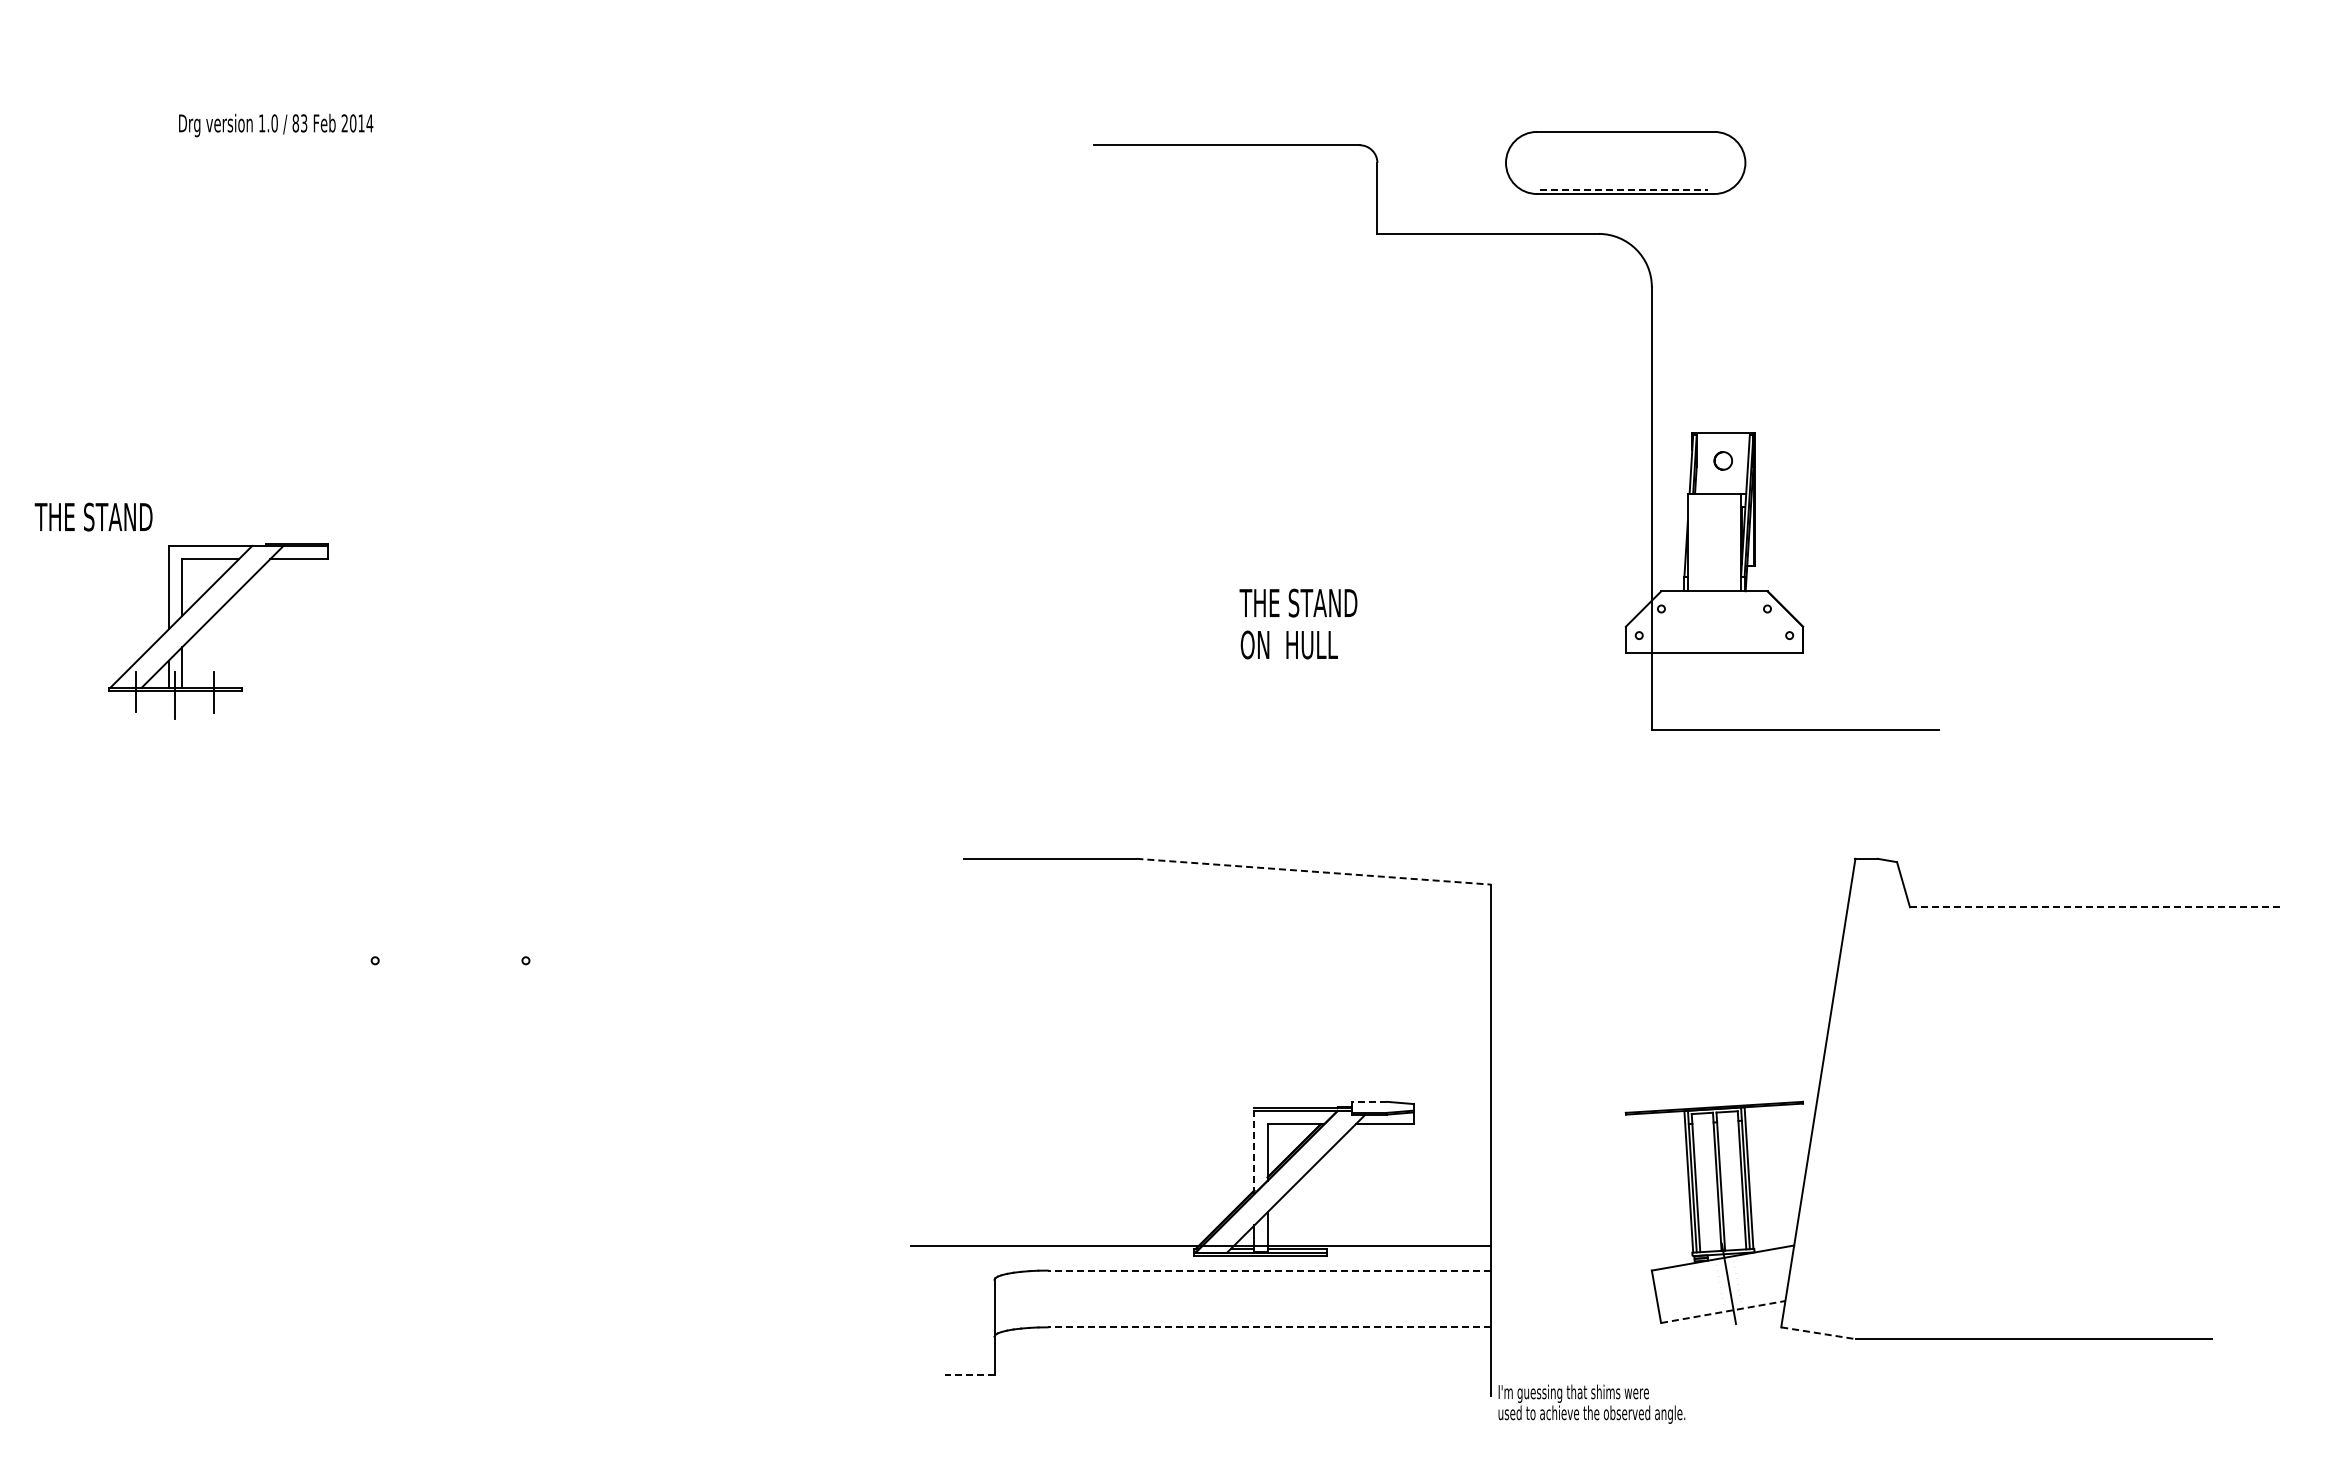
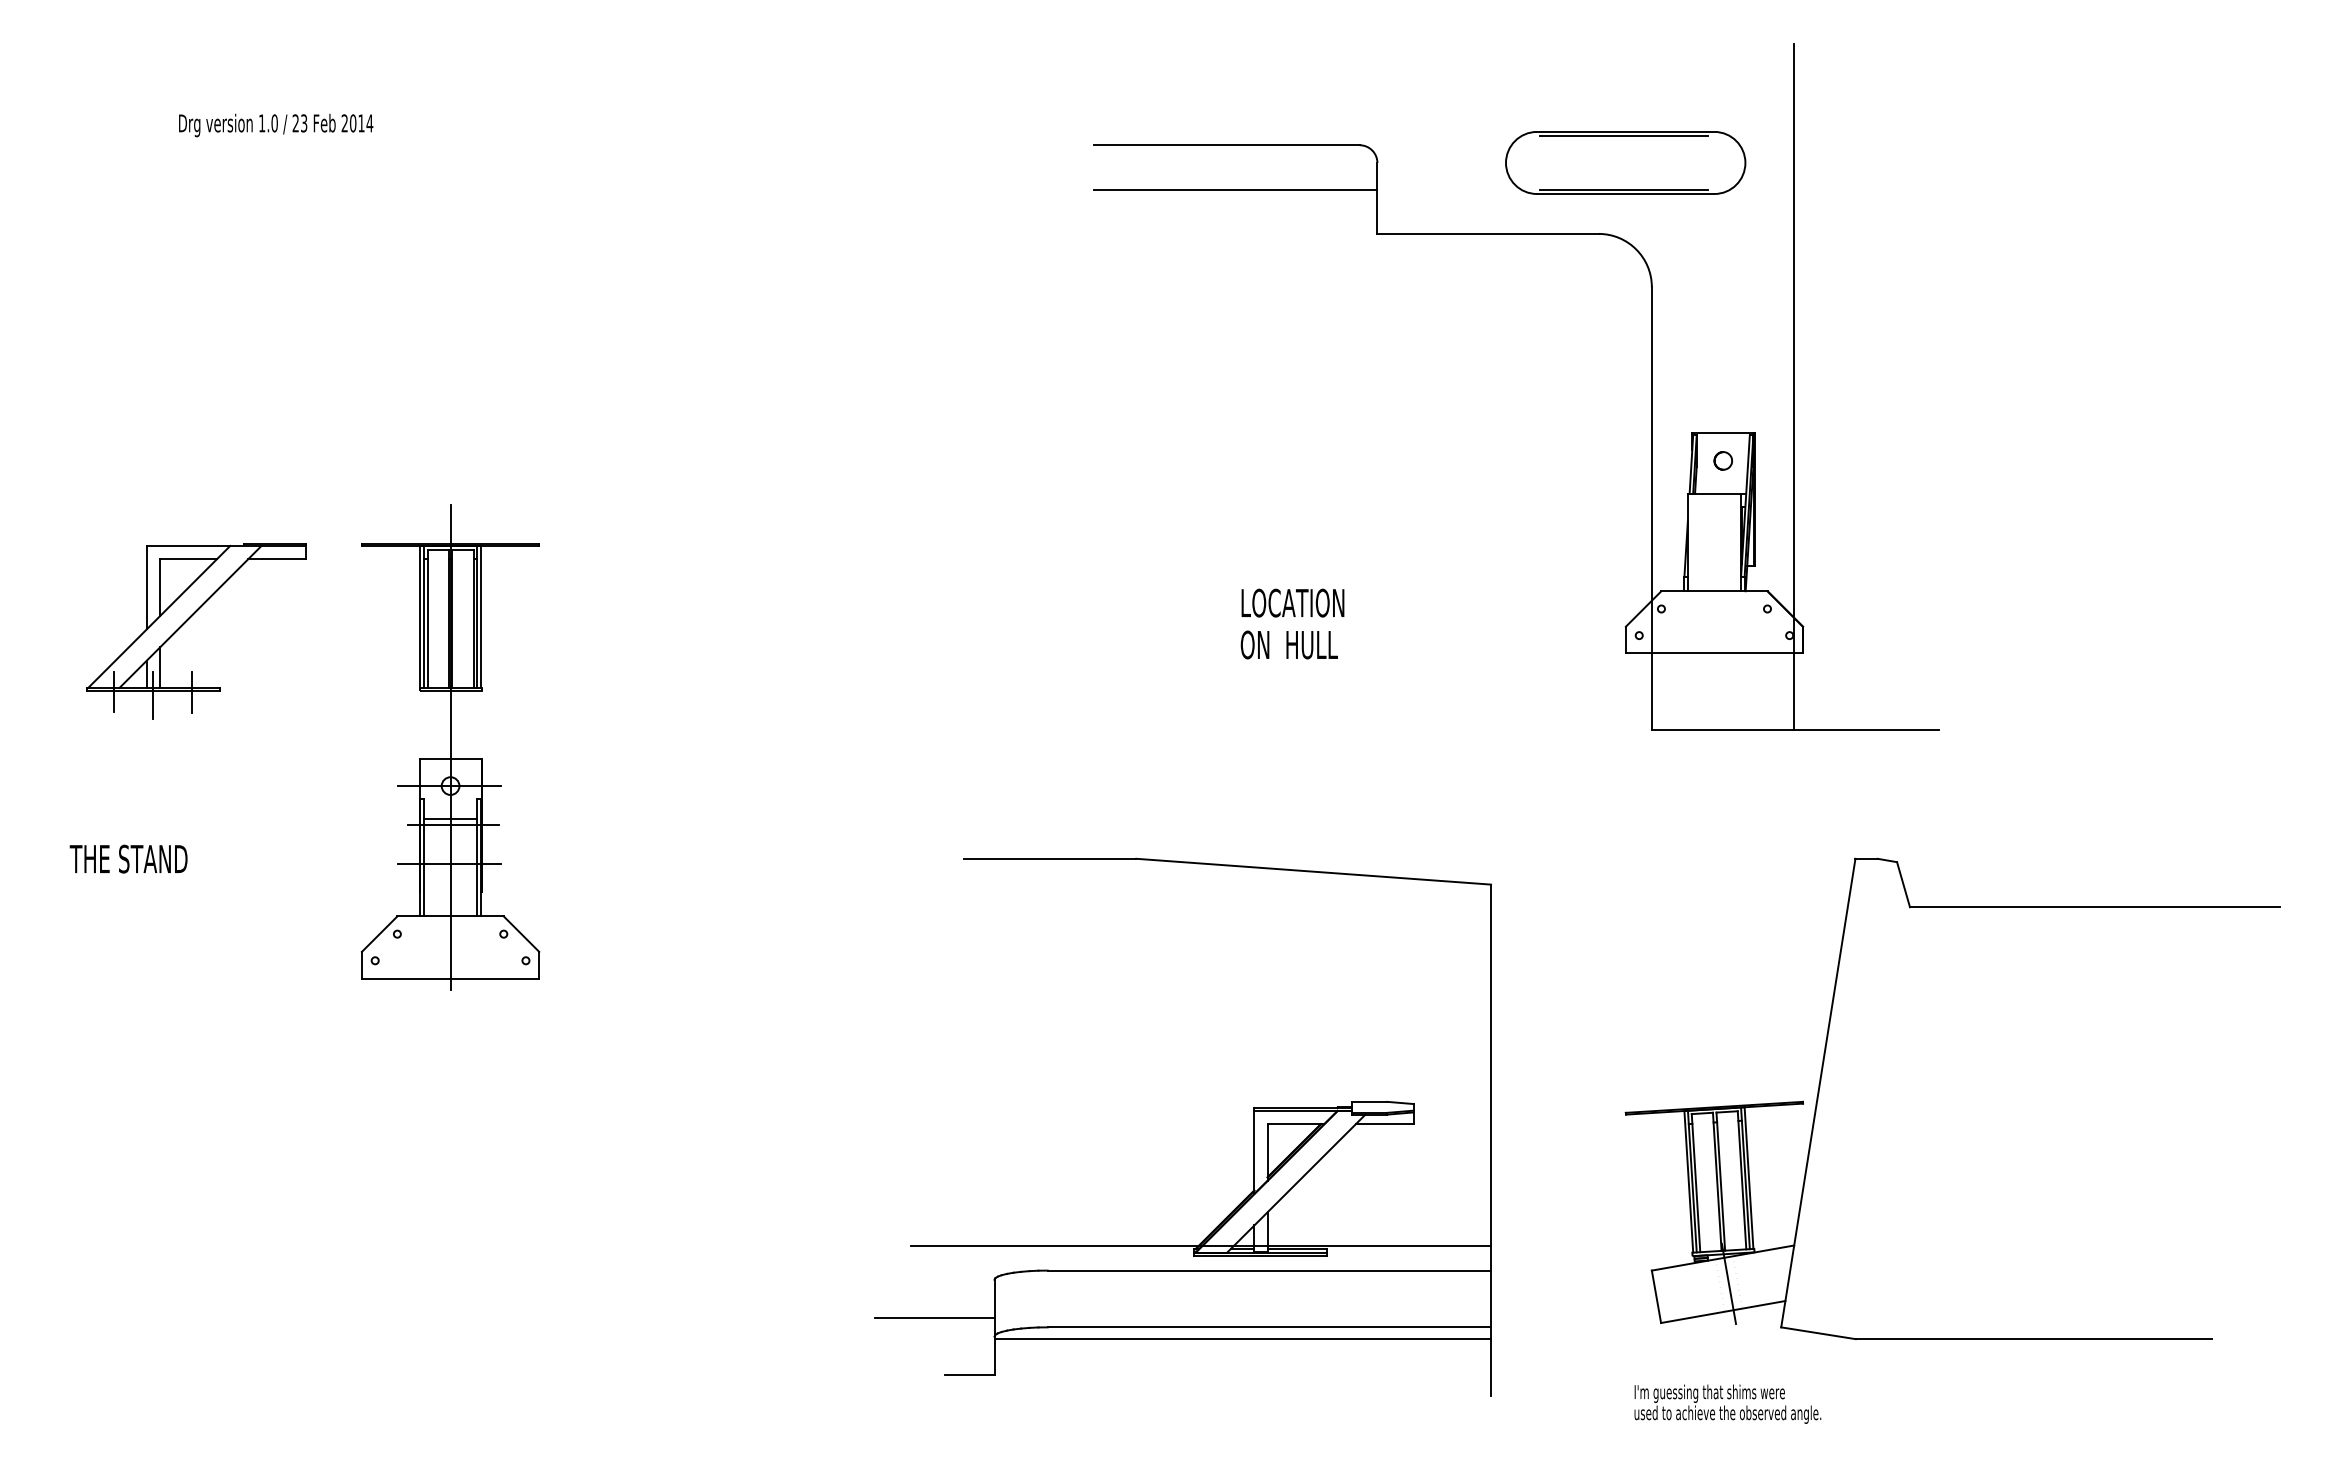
text at (295, 123): 83 -> 23
line at (1624, 136): none -> present
line at (1235, 189): none -> present
line at (1624, 189): dashed -> solid
line at (1794, 386): none -> present
text at (93, 516) position: (93, 516) -> (128, 858)
text at (1298, 602): THE STAND -> LOCATION
part at (209, 621) position: (209, 621) -> (187, 621)
part at (450, 747): none -> present
line at (1313, 871): dashed -> solid
line at (2094, 907): dashed -> solid
line at (1369, 1101): dashed -> solid
line at (1254, 1150): dashed -> solid
line at (1269, 1270): dashed -> solid
line at (1723, 1311): dashed -> solid
line at (934, 1317): none -> present
line at (1269, 1327): dashed -> solid
line at (1818, 1333): dashed -> solid
line at (1242, 1339): none -> present
line at (969, 1374): dashed -> solid
text at (1591, 1403) position: (1591, 1403) -> (1727, 1403)
